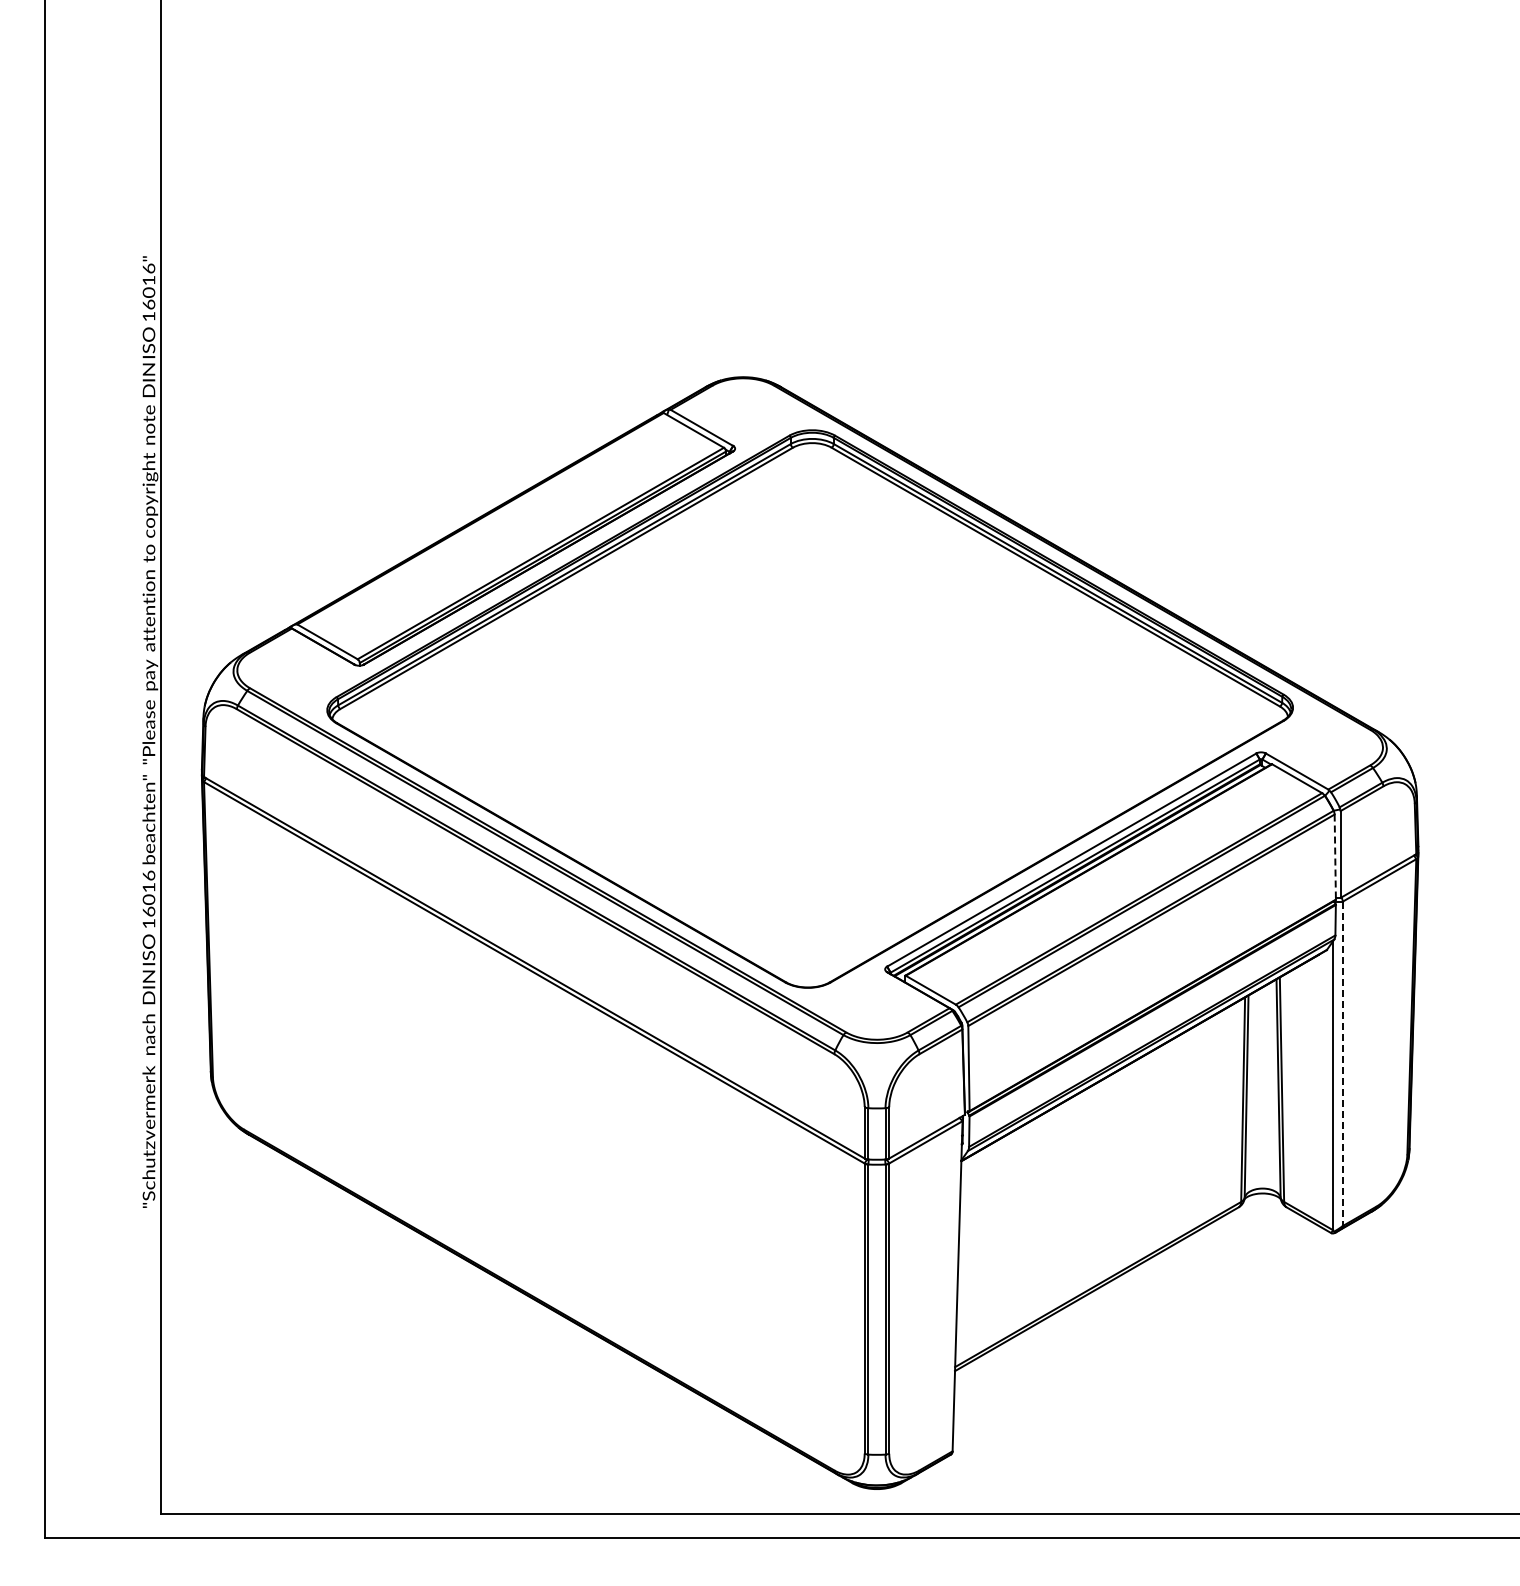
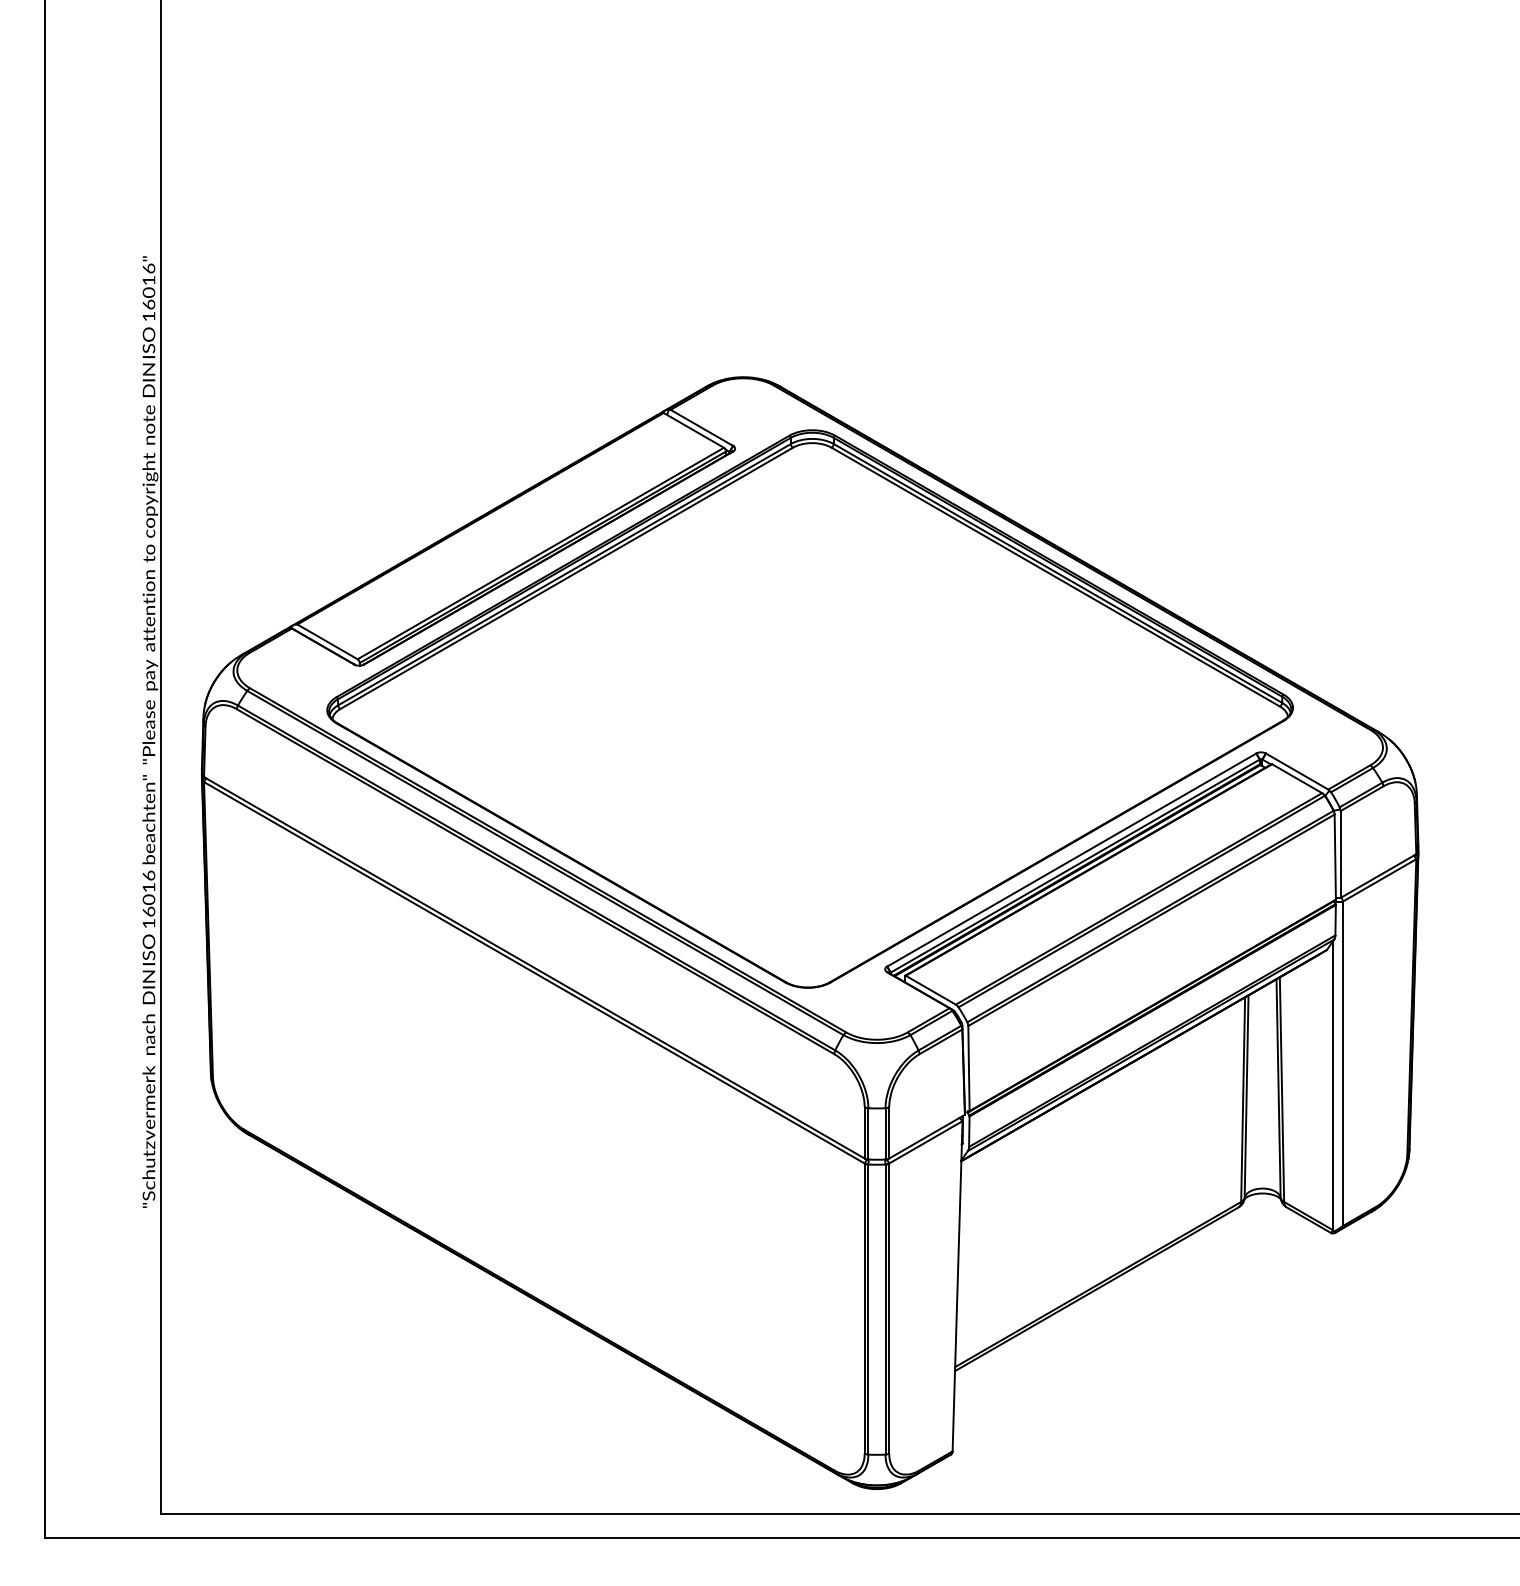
line at (1335, 857): dashed -> solid
line at (1342, 1064): dashed -> solid
